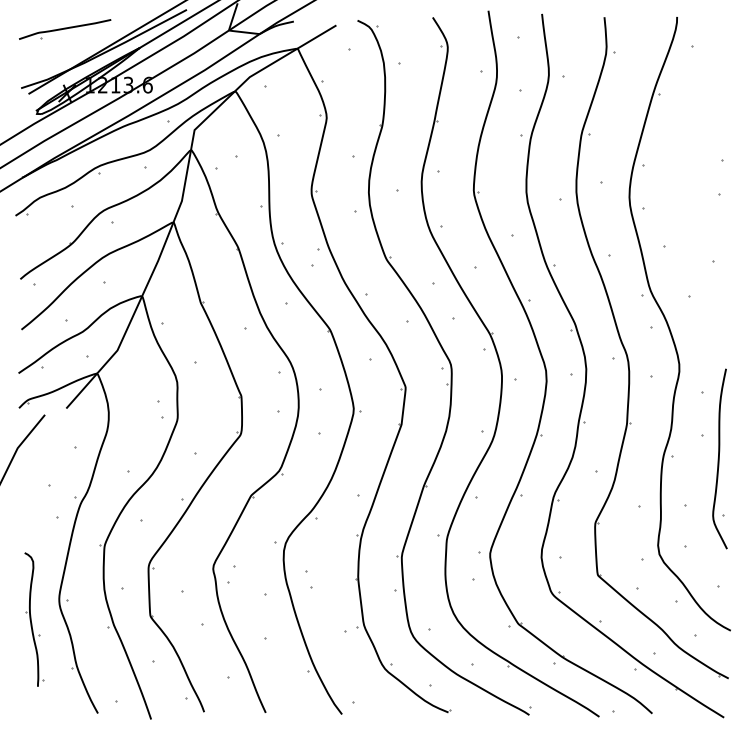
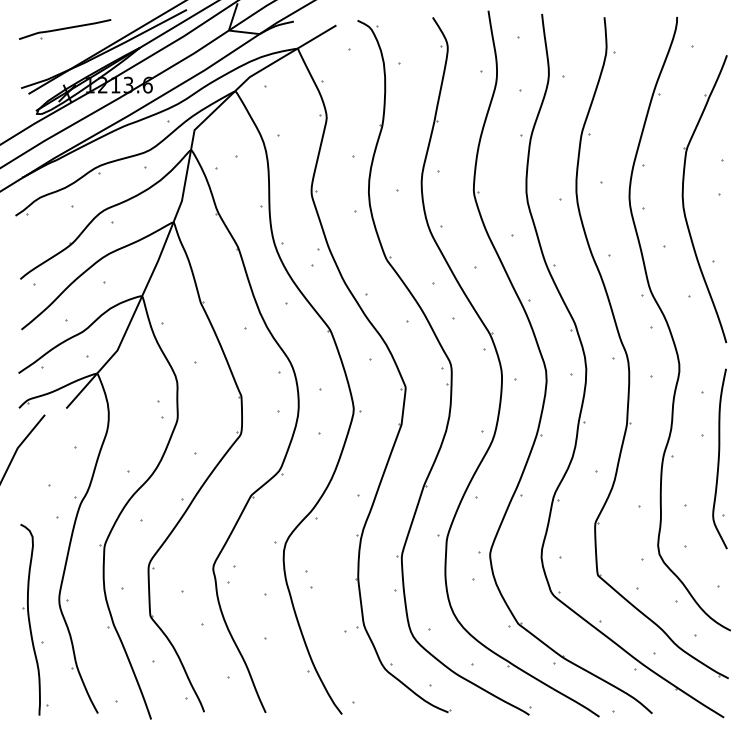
part at (684, 203): none -> present
part at (34, 619) size: 21x135 px -> 29x193 px
